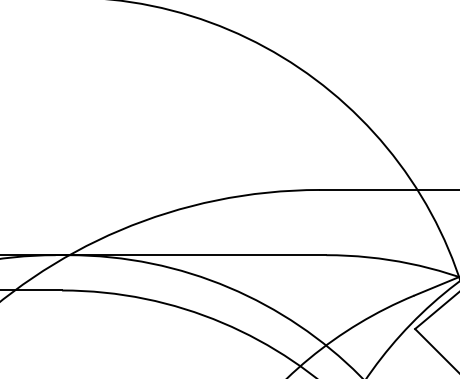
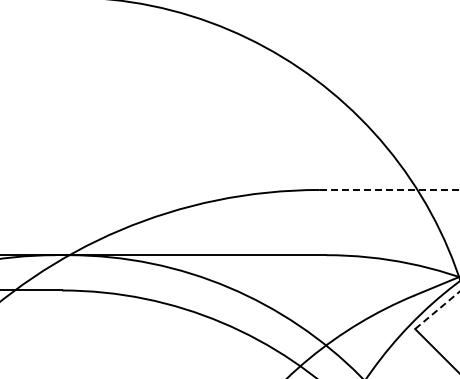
line at (389, 189): solid -> dashed
line at (437, 310): solid -> dashed
